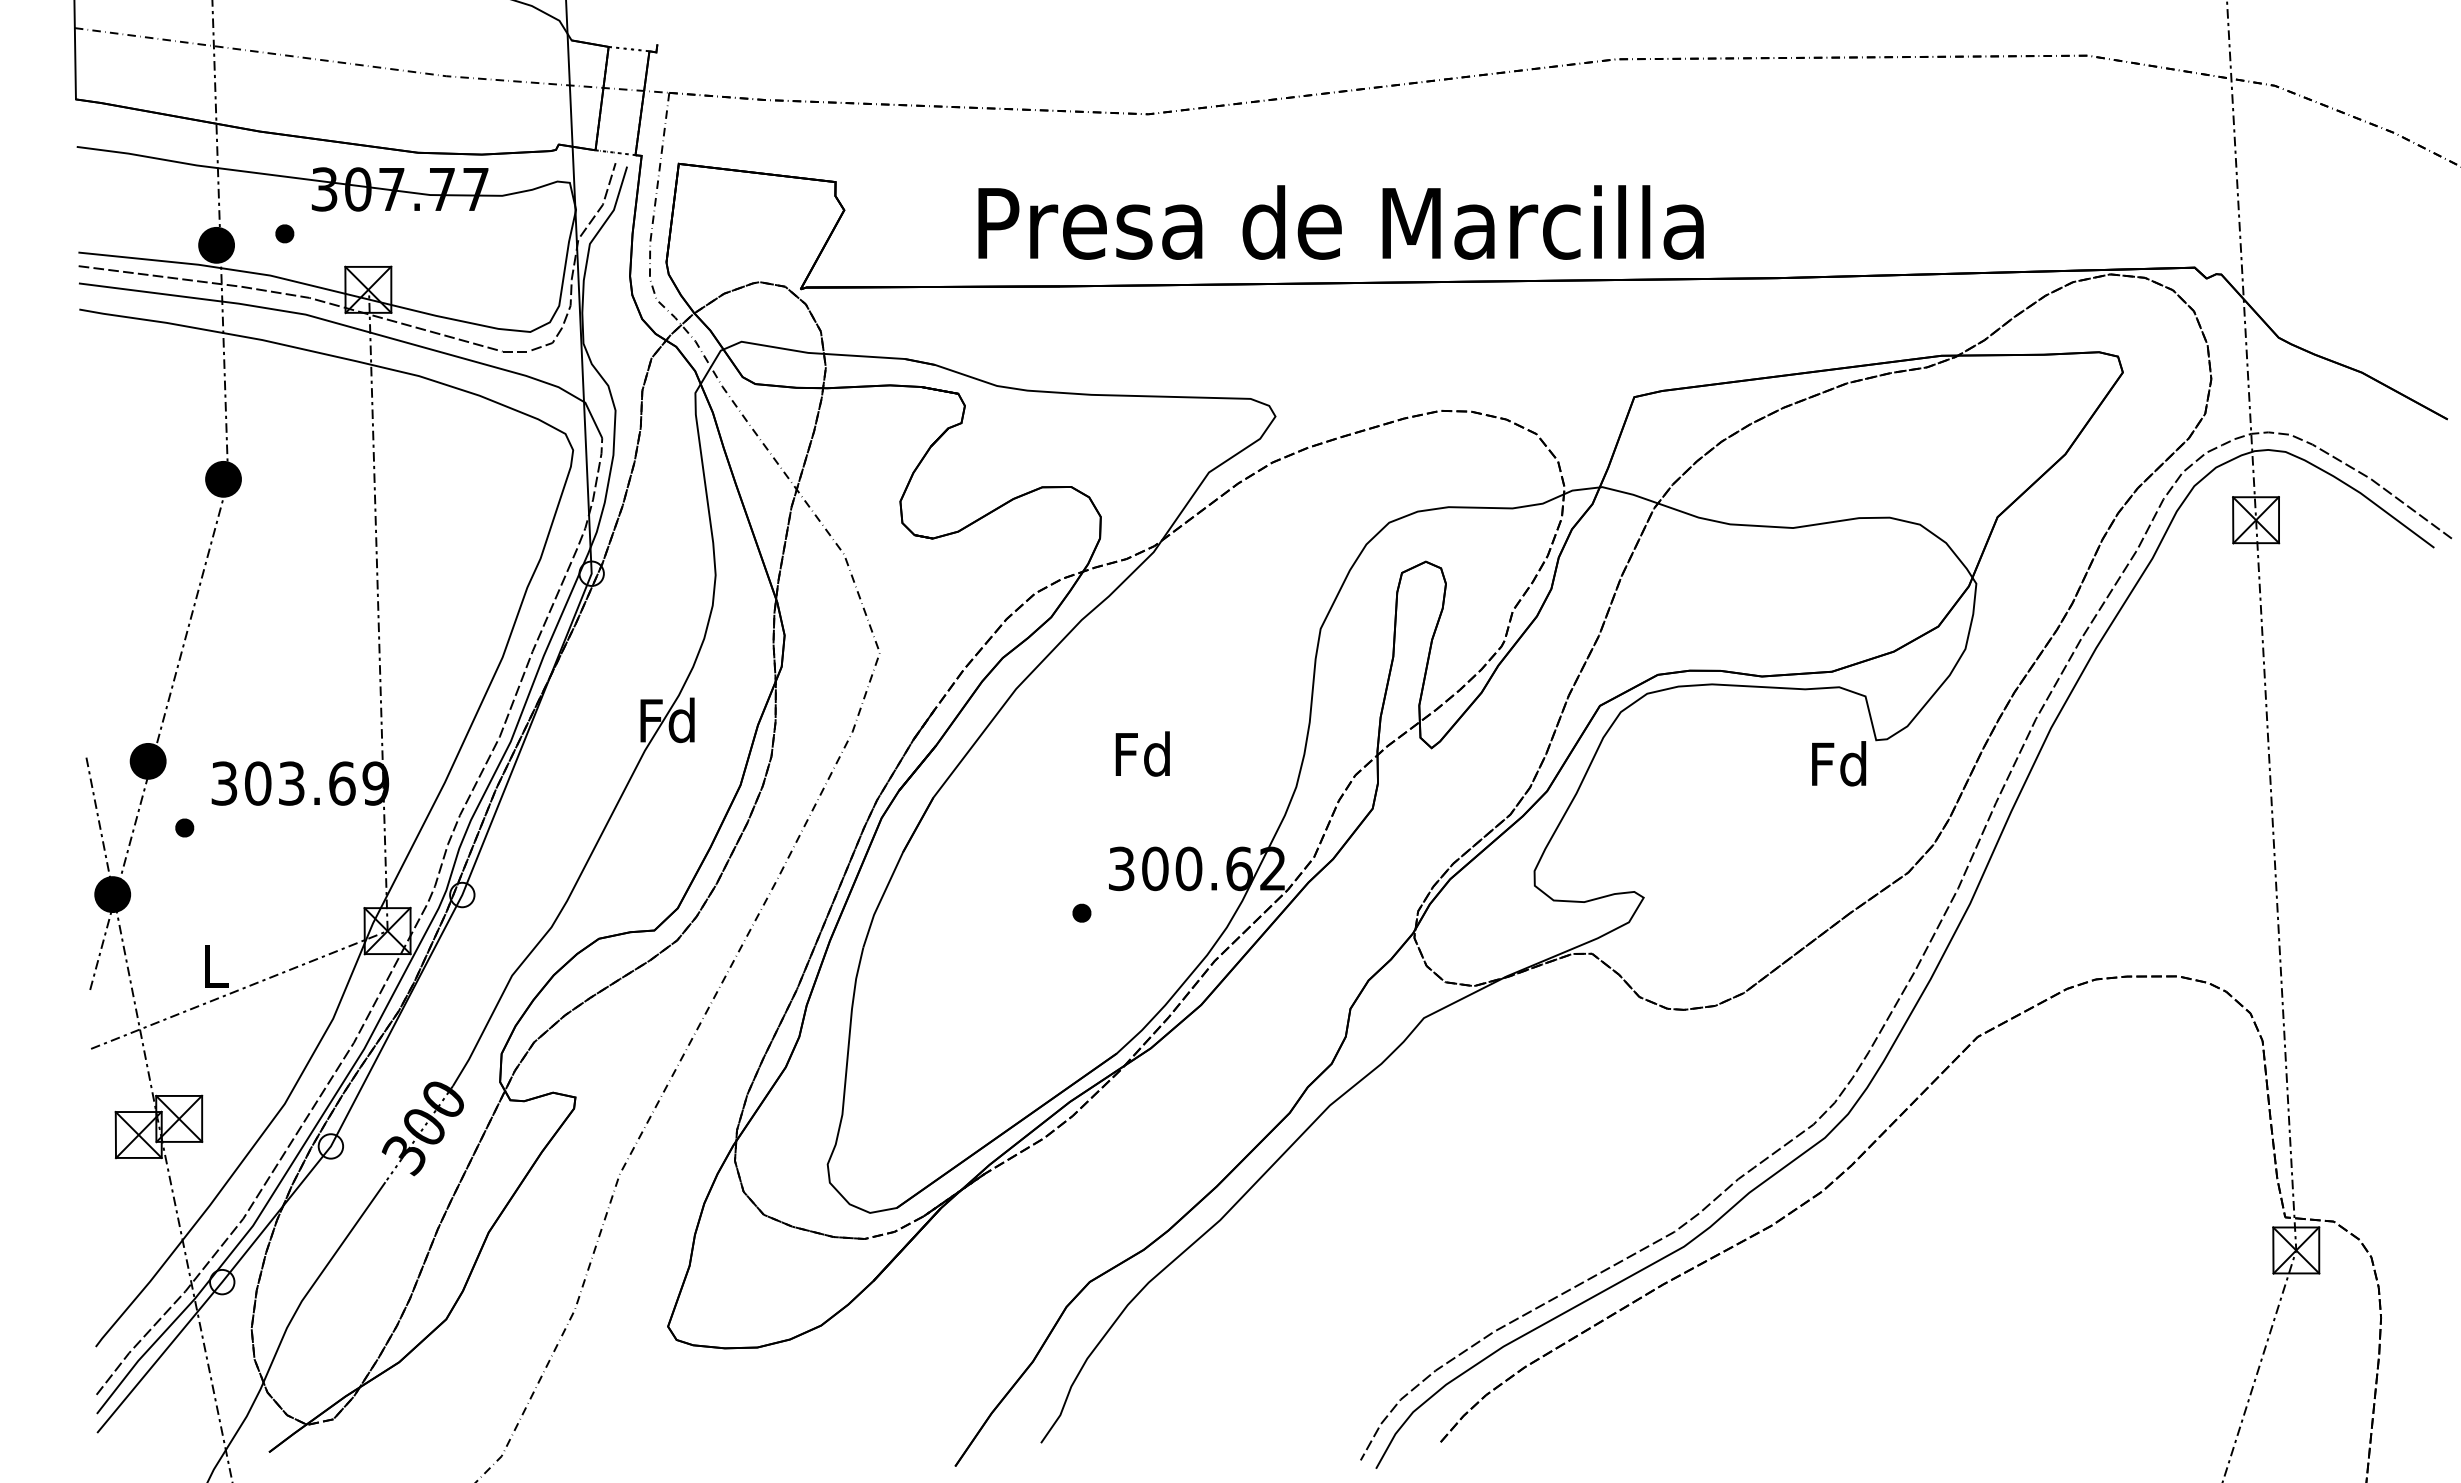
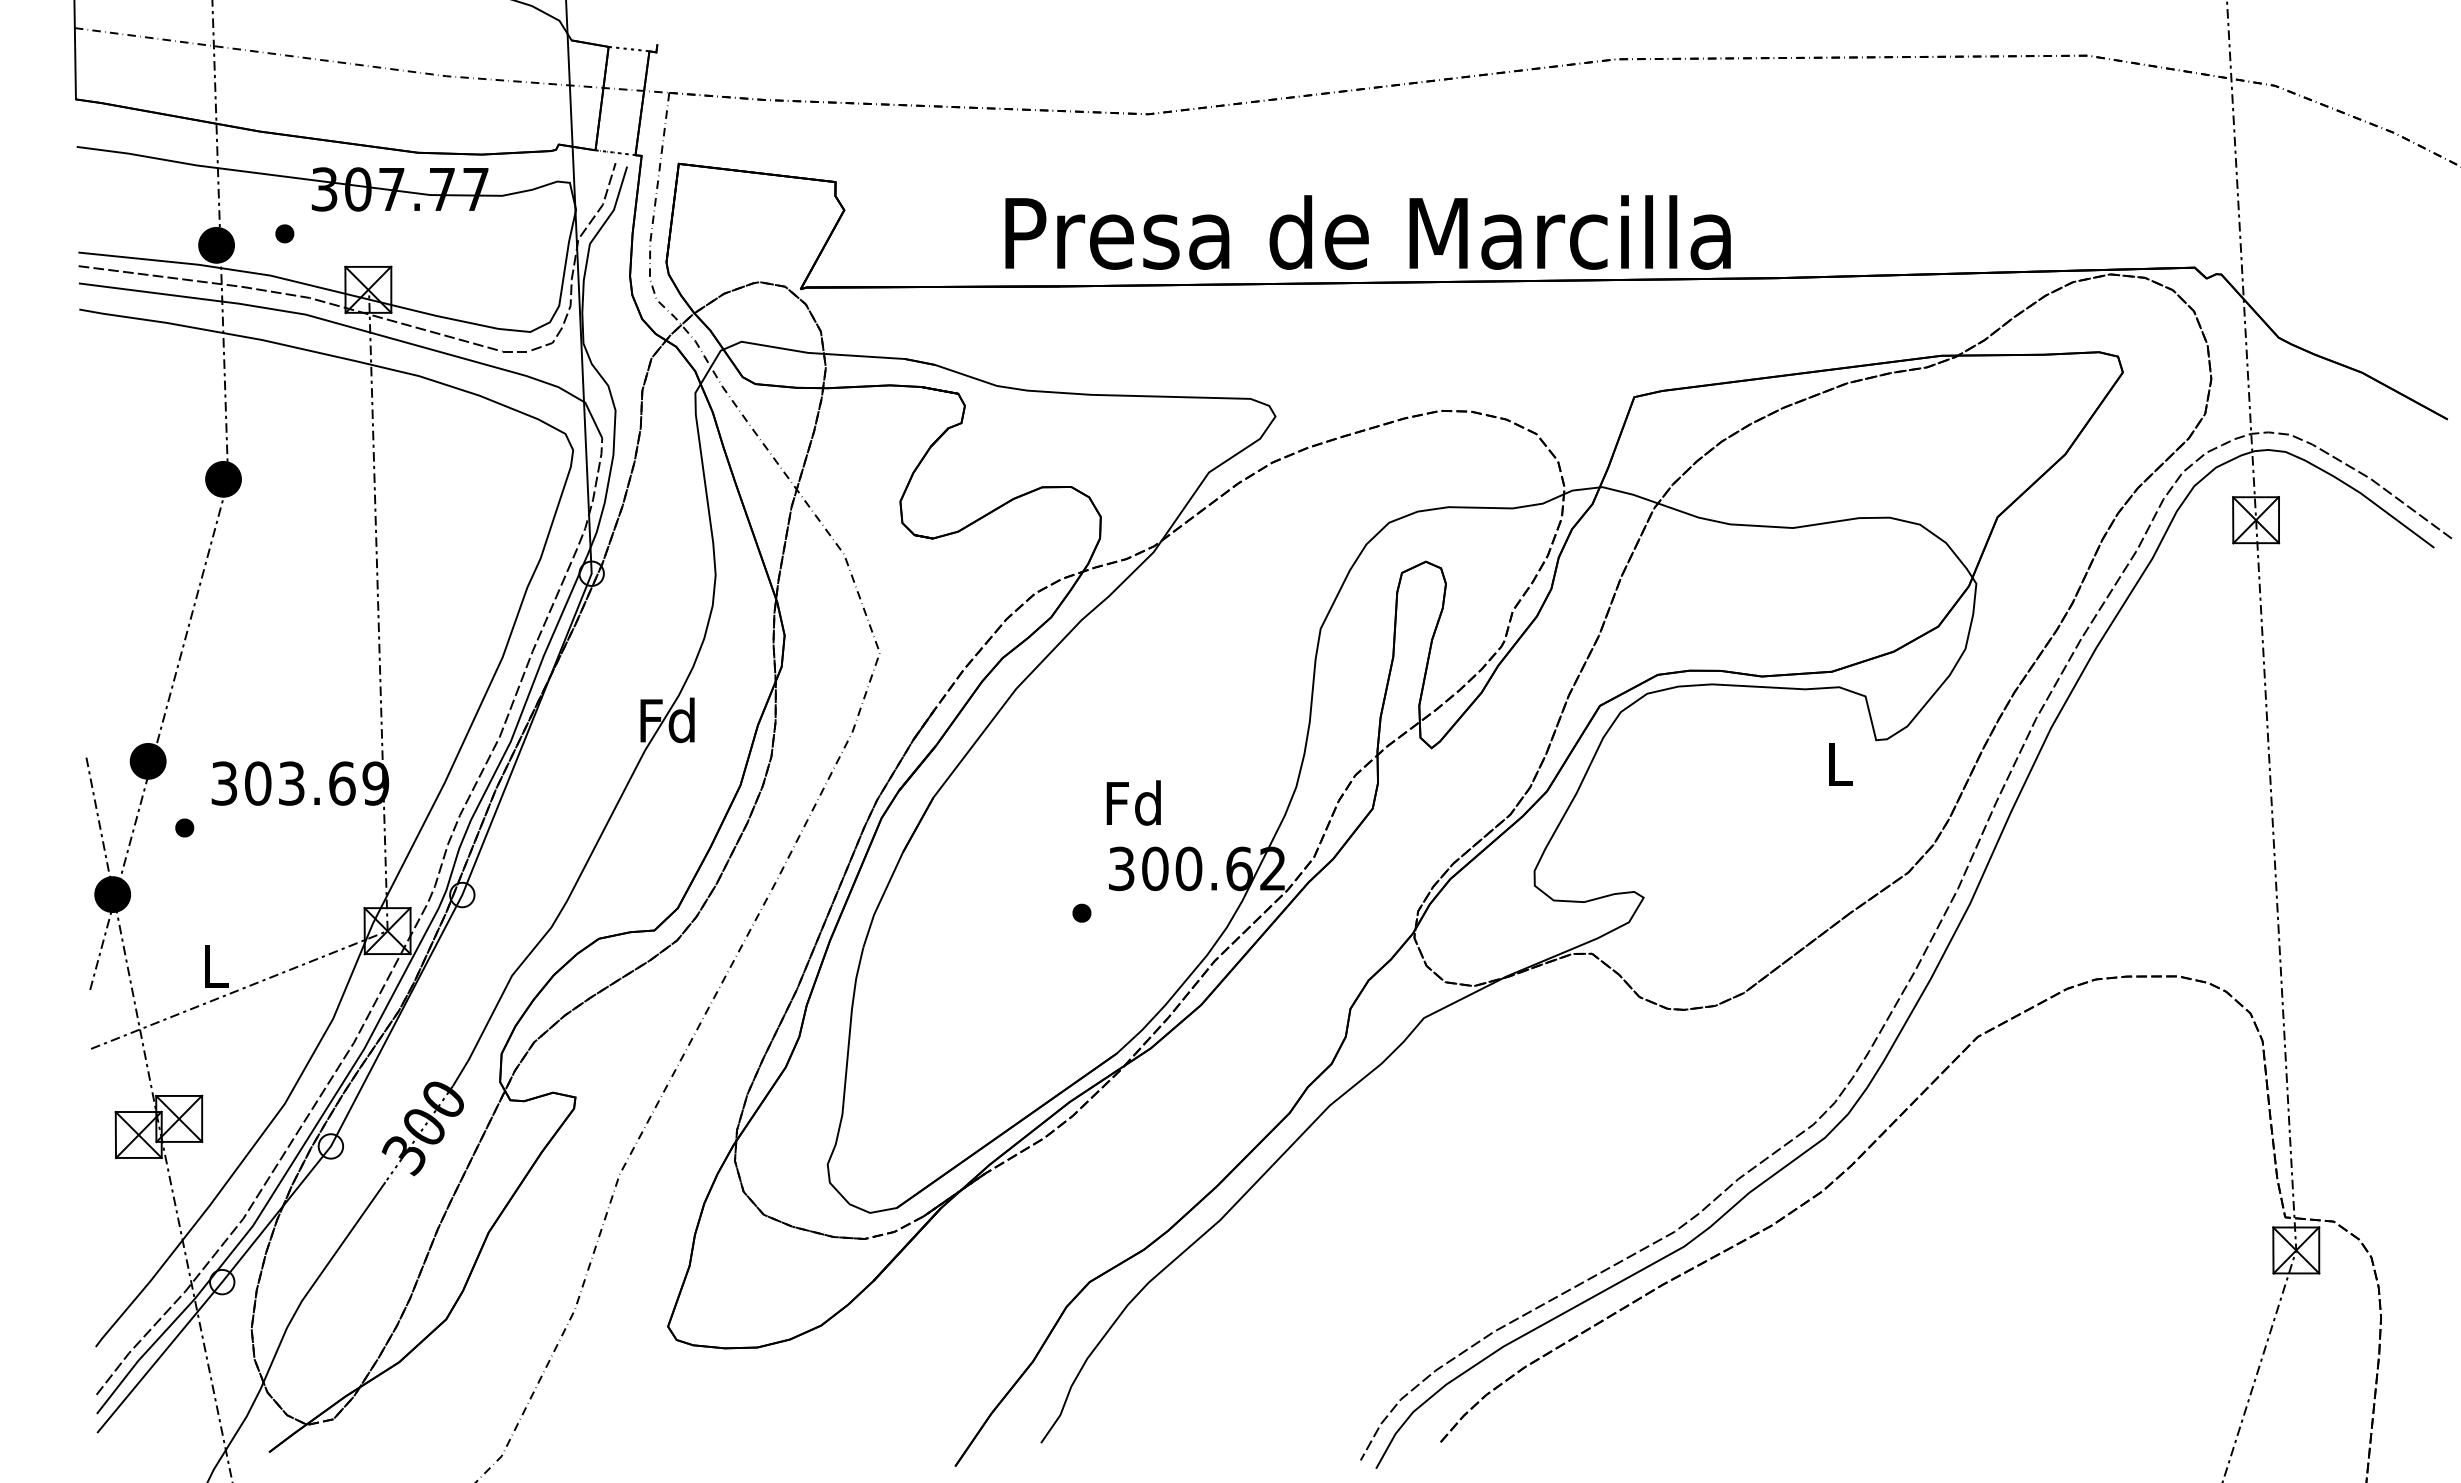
text at (1340, 222) position: (1340, 222) -> (1367, 232)
text at (1142, 753) position: (1142, 753) -> (1133, 802)
text at (1839, 763): Fd -> L
